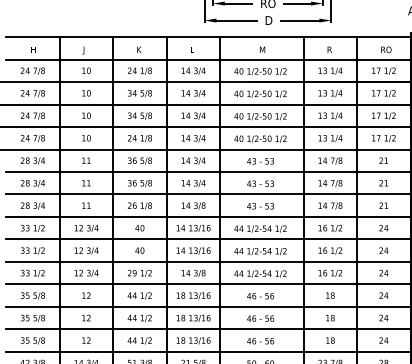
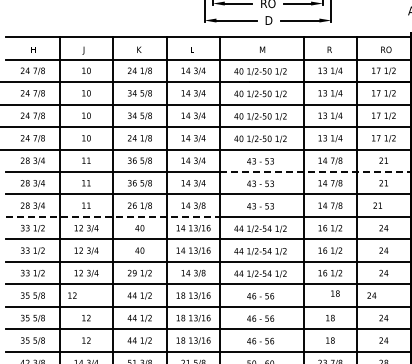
line at (316, 171): solid -> dashed
text at (383, 205) position: (383, 205) -> (377, 205)
line at (113, 216): solid -> dashed
text at (86, 295) position: (86, 295) -> (72, 295)
text at (330, 295) position: (330, 295) -> (335, 293)
text at (383, 295) position: (383, 295) -> (371, 295)
